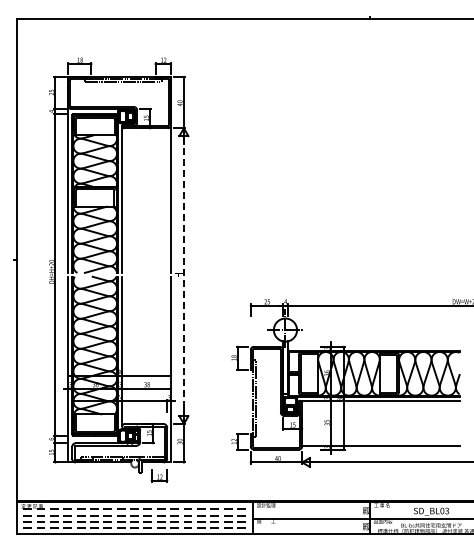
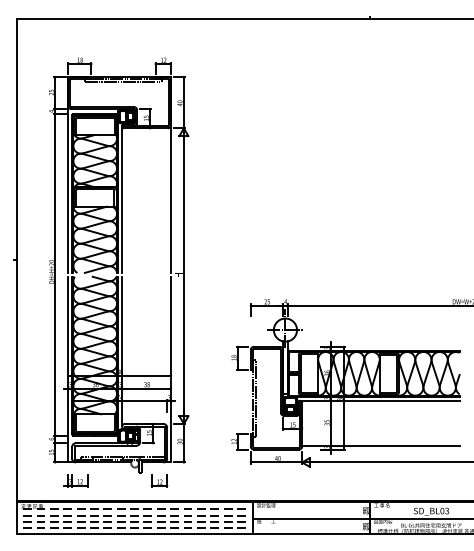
line at (183, 276): dashed -> solid
part at (159, 475) position: (159, 475) -> (159, 480)
part at (75, 480): none -> present
